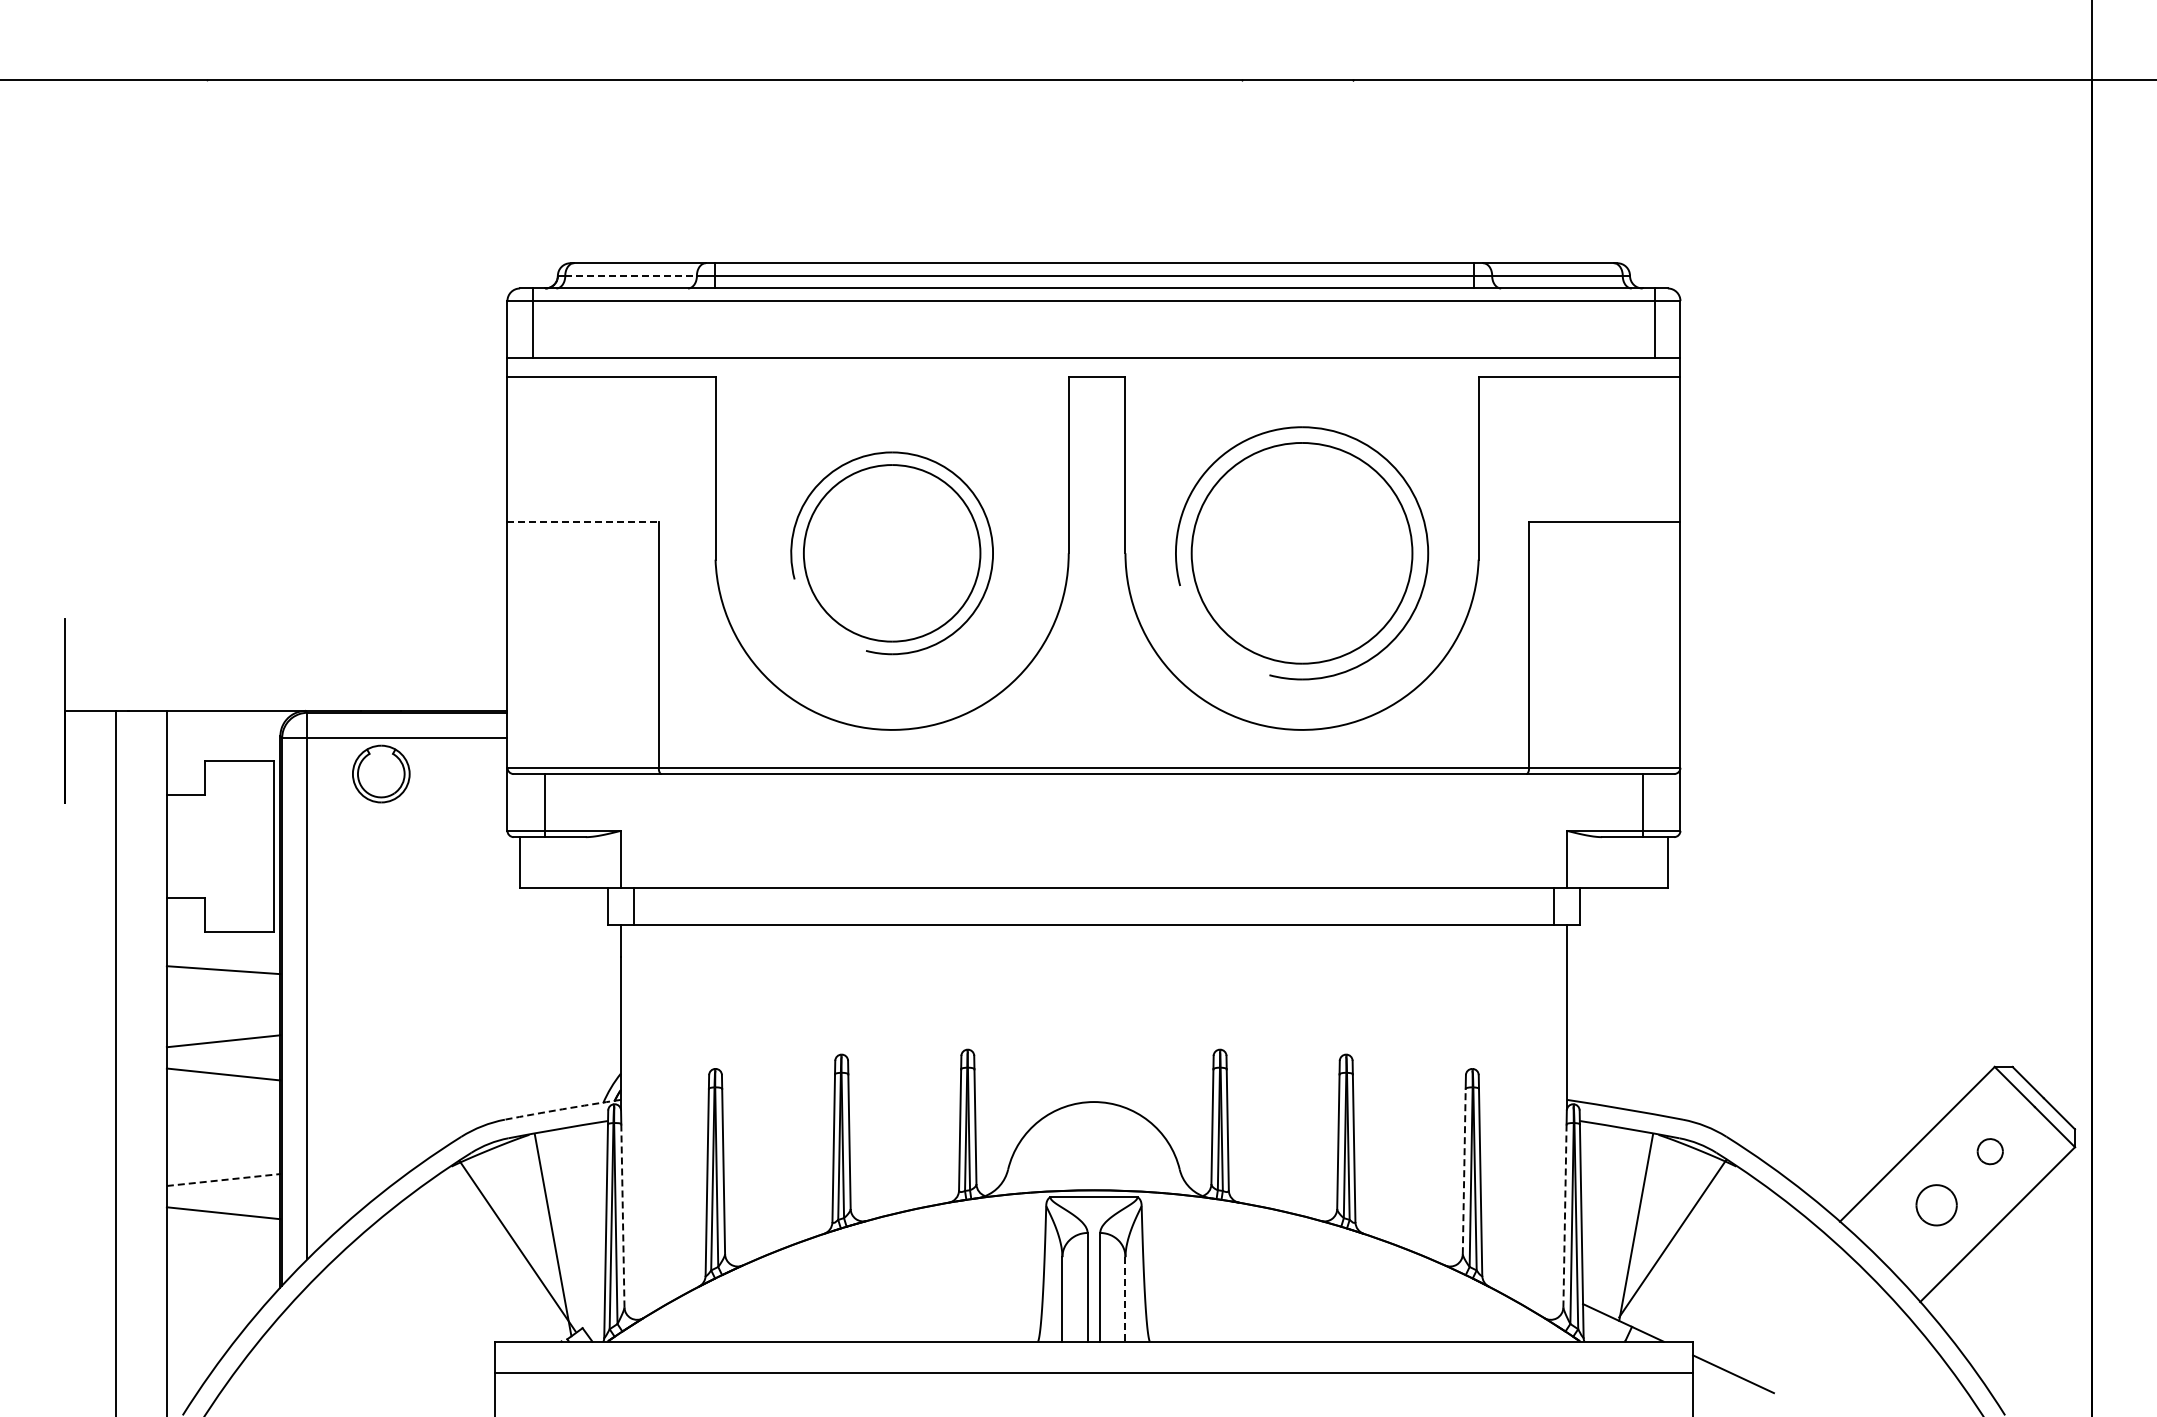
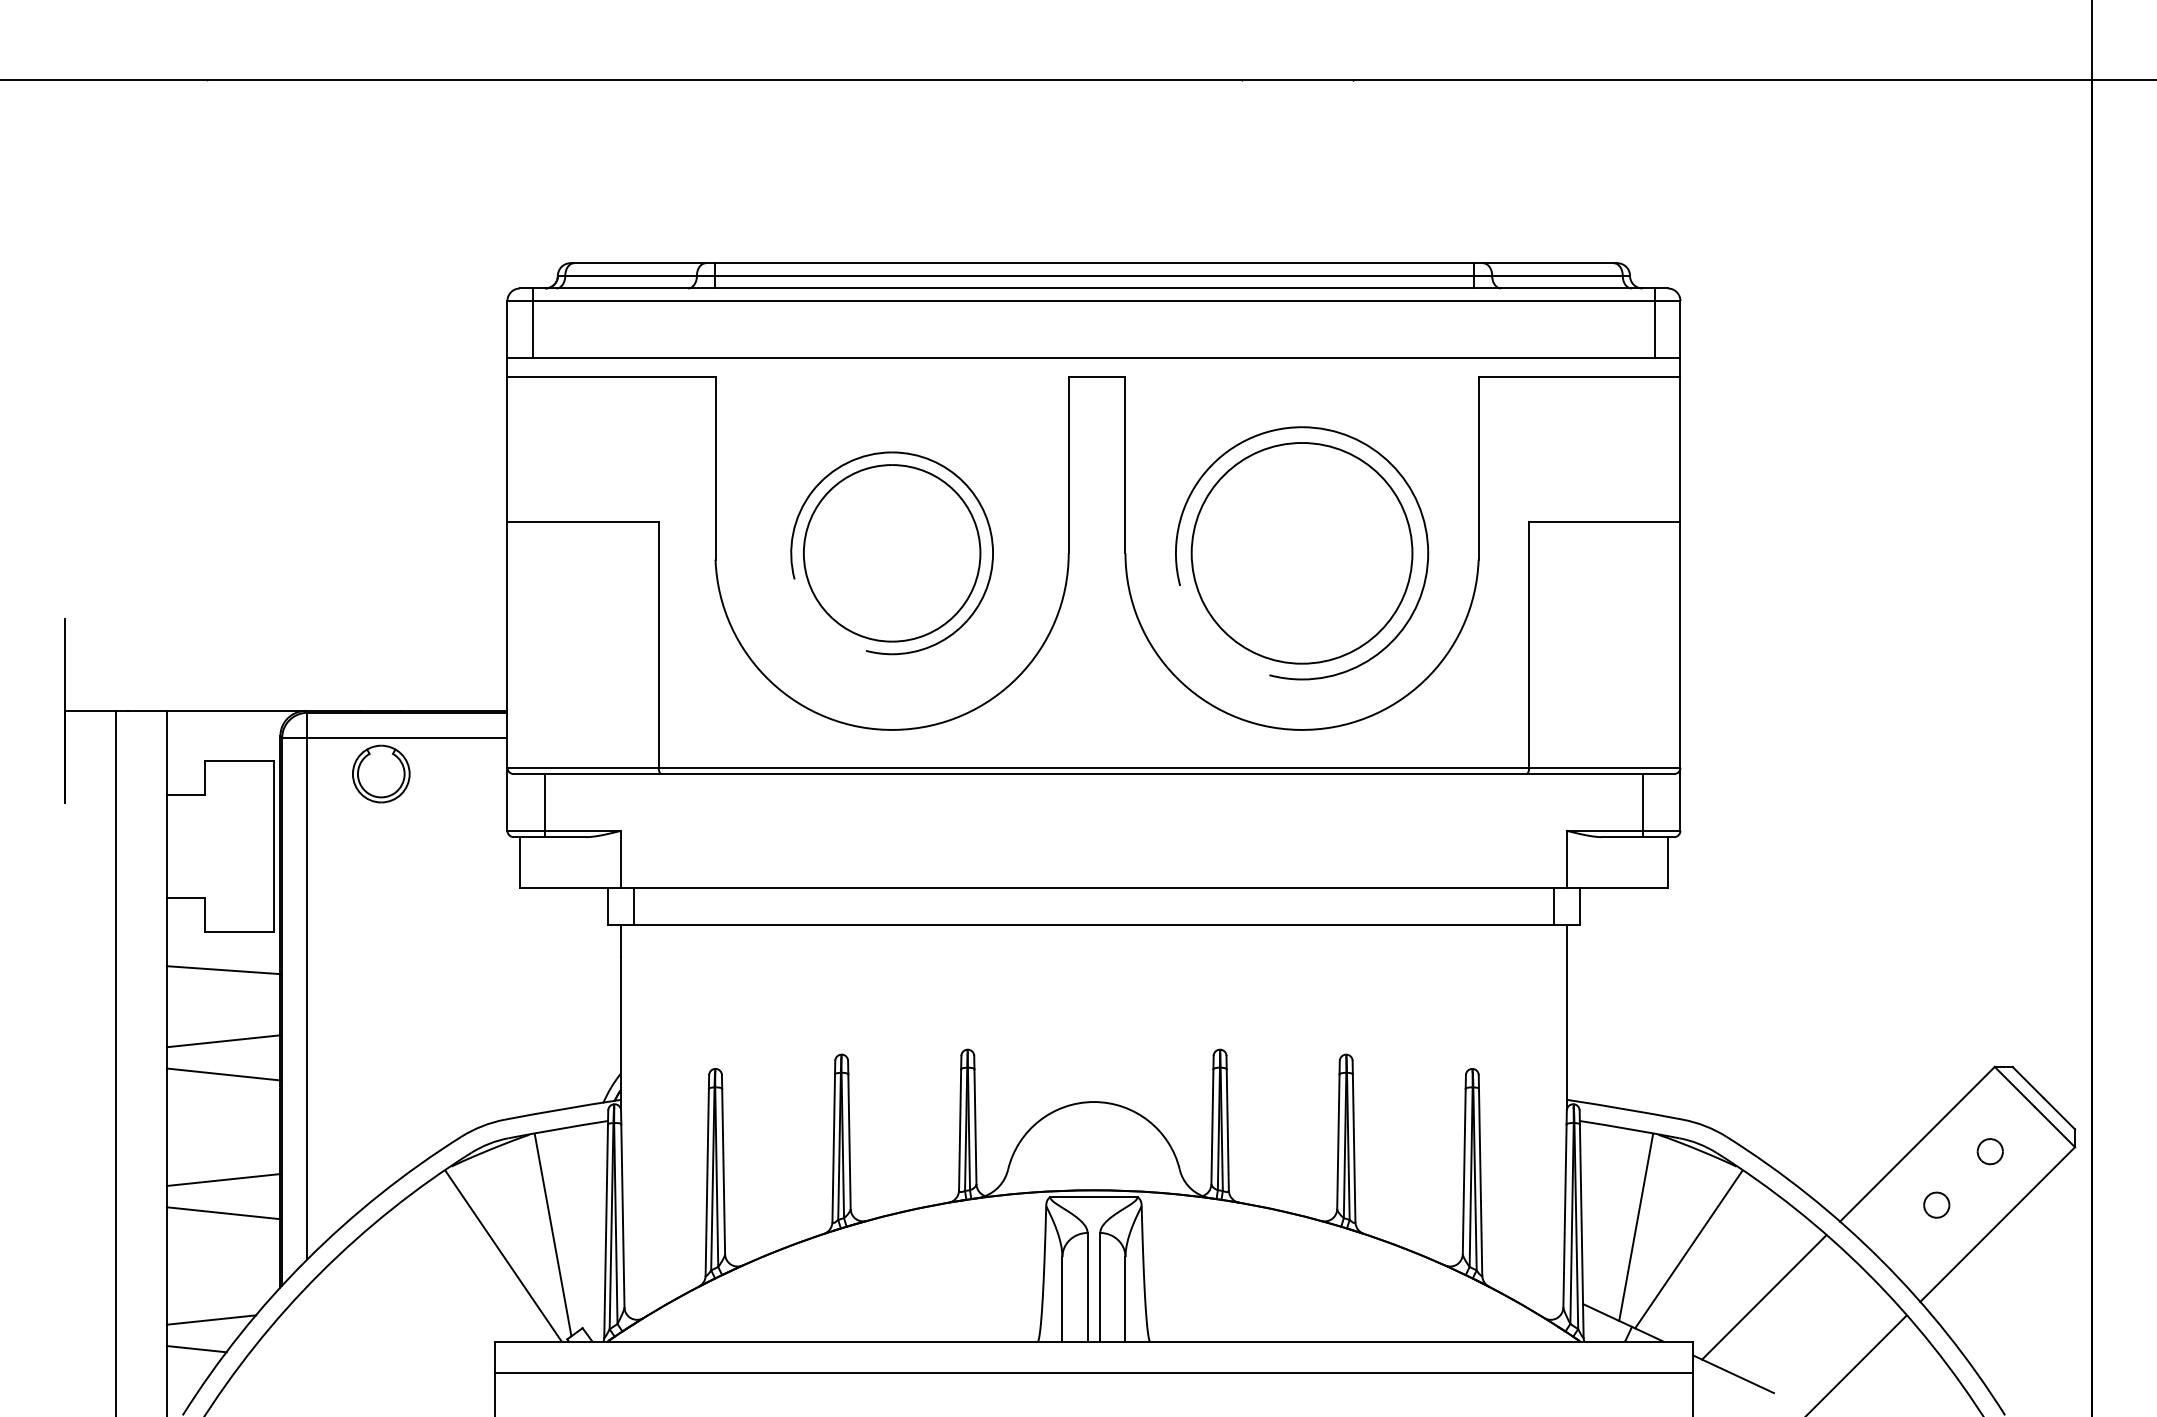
line at (631, 275): dashed -> solid
line at (583, 521): dashed -> solid
arc at (562, 1109): dashed -> solid
line at (1464, 1171): dashed -> solid
line at (224, 1179): dashed -> solid
part at (1936, 1205) size: 43x43 px -> 28x28 px
line at (622, 1215): dashed -> solid
line at (1565, 1215): dashed -> solid
line at (1672, 1238) position: (1672, 1238) -> (1688, 1249)
line at (517, 1245) position: (517, 1245) -> (503, 1255)
line at (1764, 1297): none -> present
line at (1125, 1299): dashed -> solid
line at (211, 1319): none -> present
line at (196, 1349): none -> present
line at (1857, 1364): none -> present
